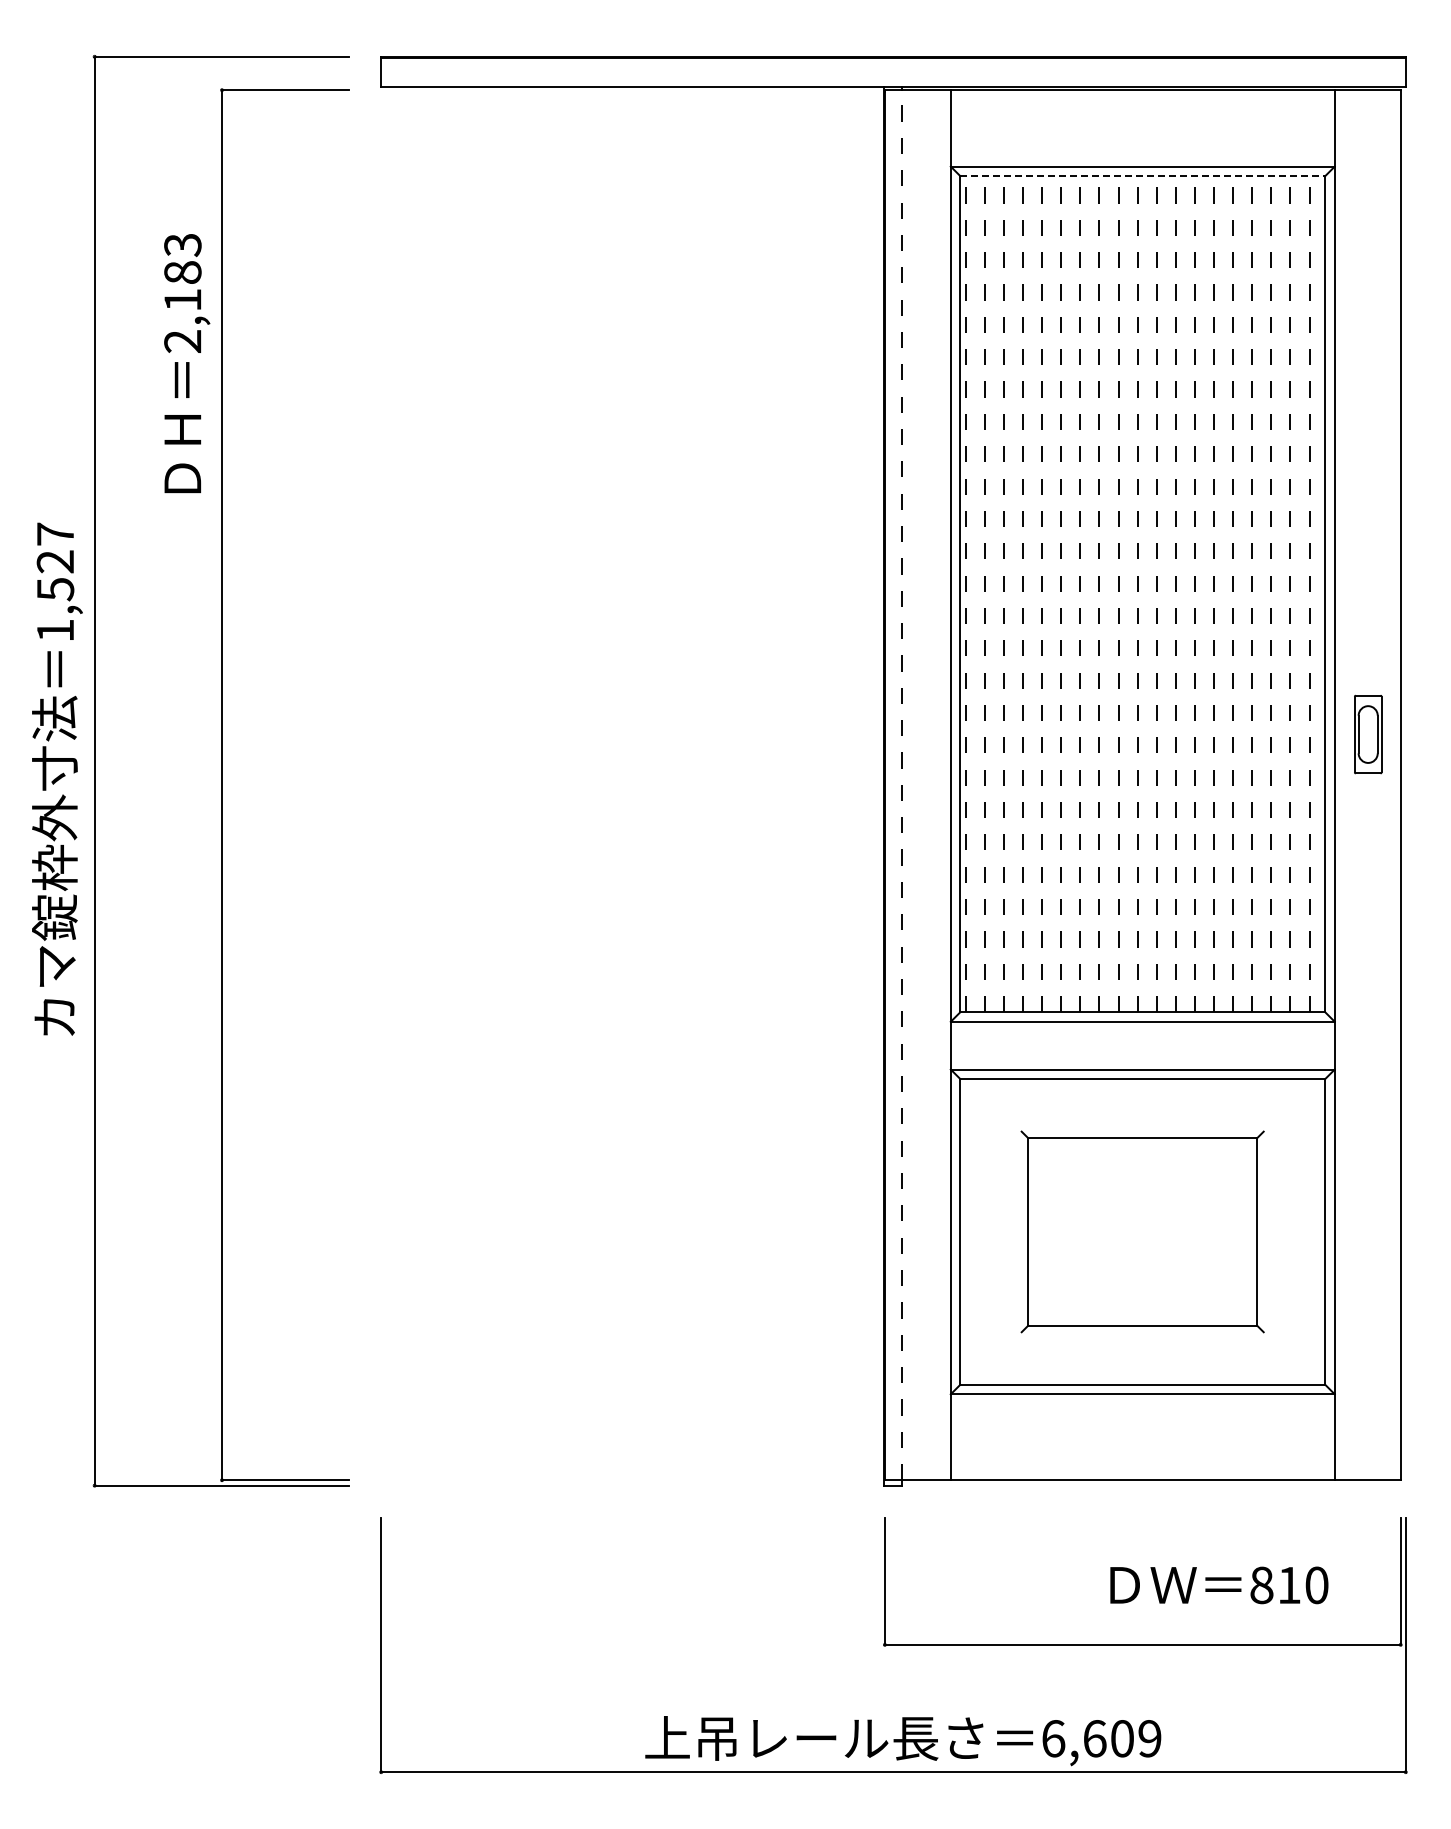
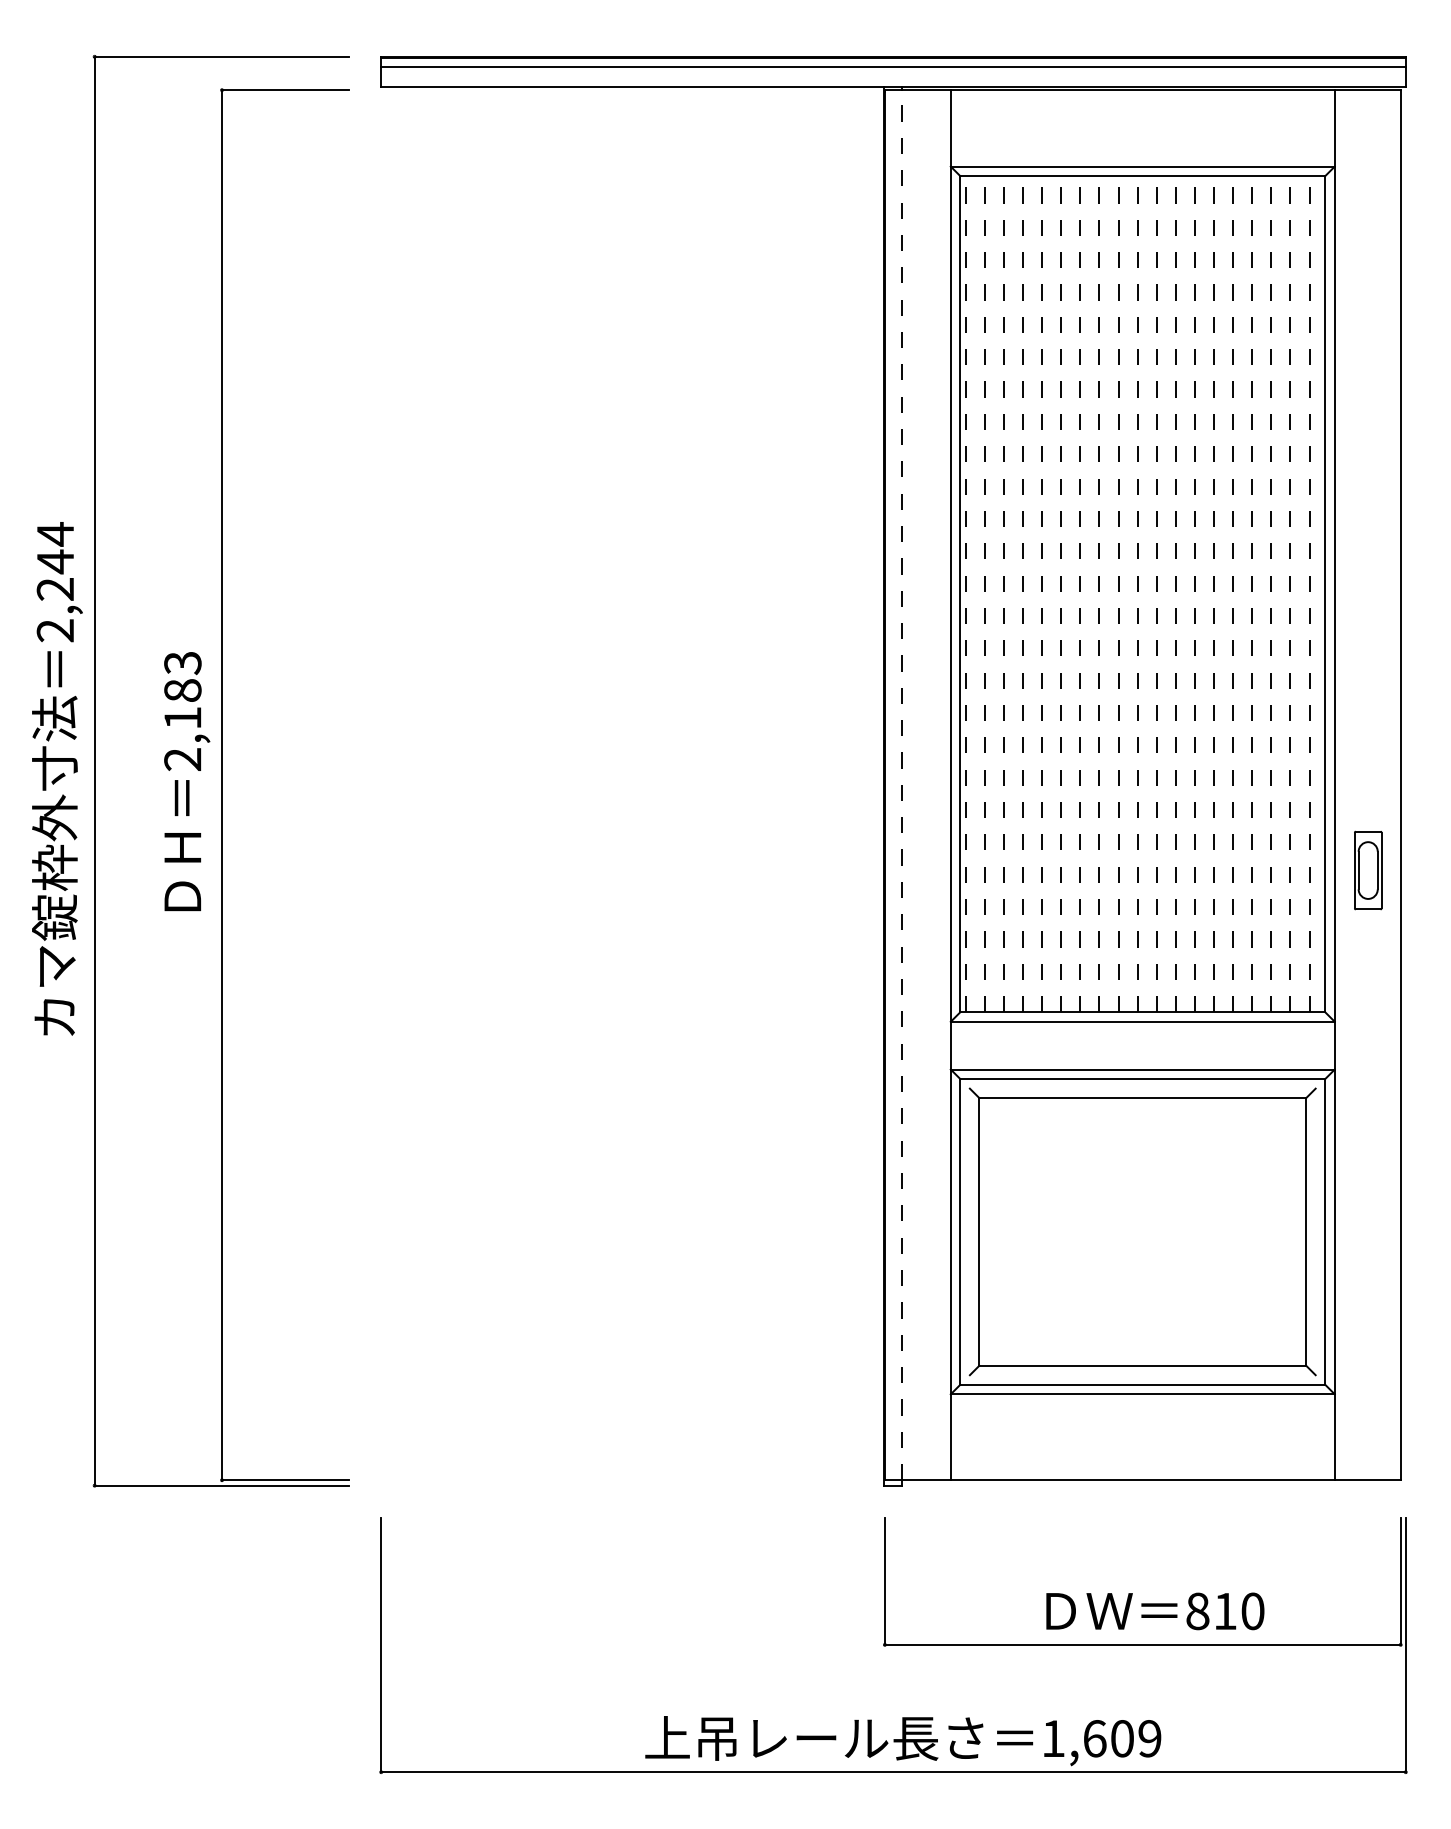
line at (893, 66): none -> present
line at (1143, 176): dashed -> solid
text at (187, 363) position: (187, 363) -> (187, 781)
text at (55, 582): 1,527 -> 2,244
part at (1368, 734) position: (1368, 734) -> (1368, 870)
part at (1142, 1231) size: 245x204 px -> 349x290 px
text at (1219, 1585) position: (1219, 1585) -> (1155, 1611)
text at (1053, 1738): 6,609 -> 1,609
